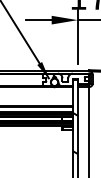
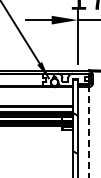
line at (89, 131): solid -> dashed
